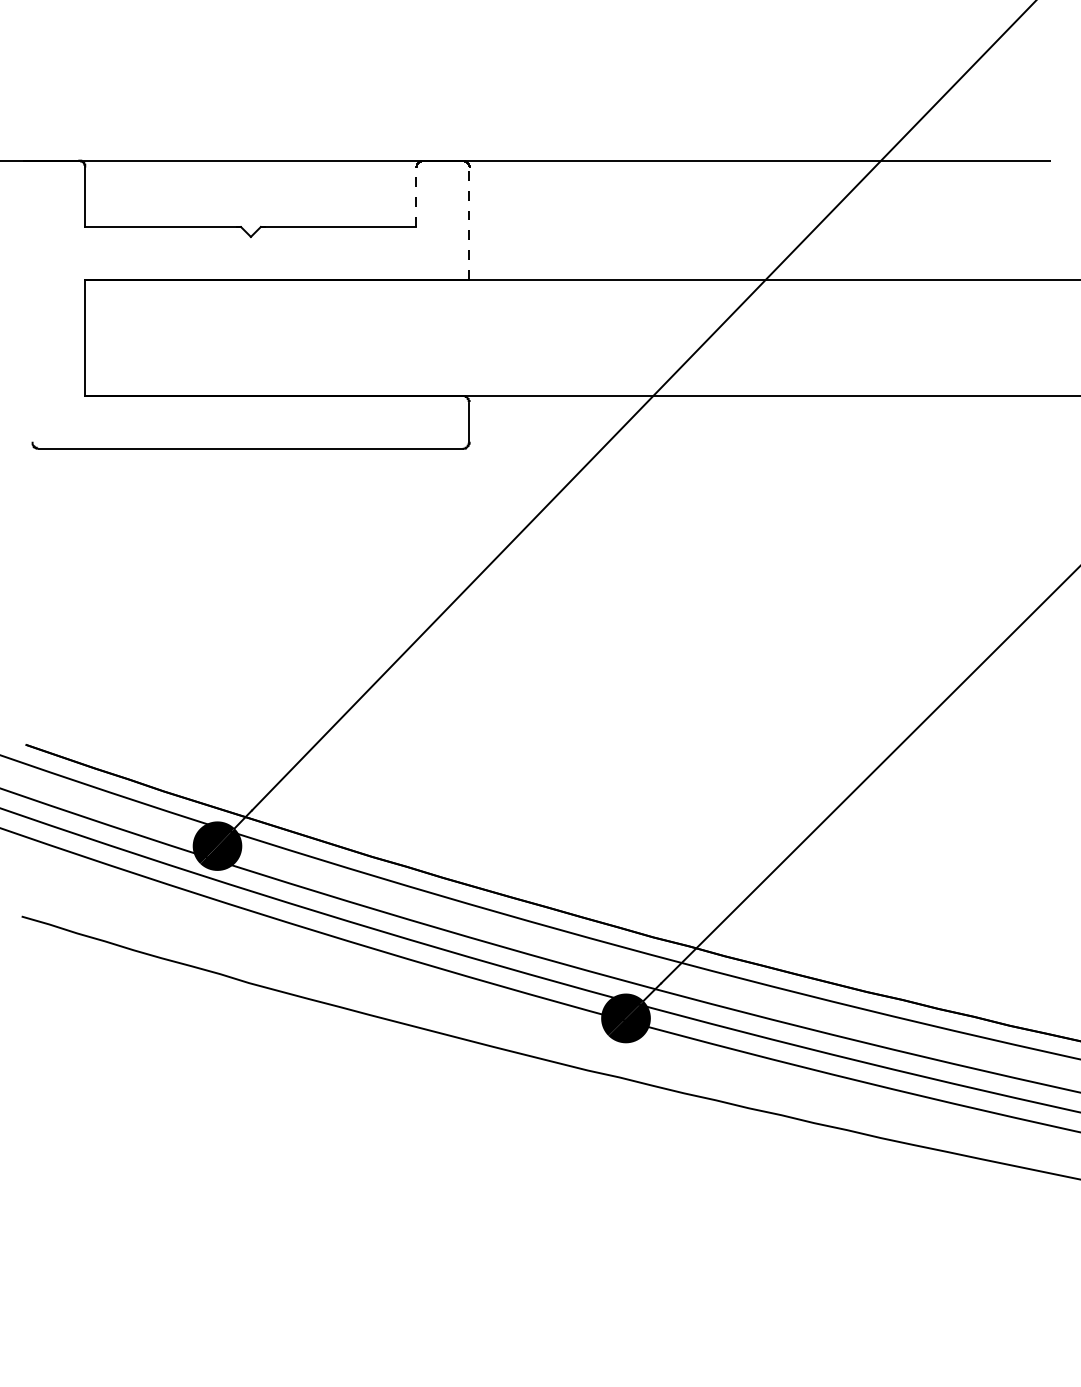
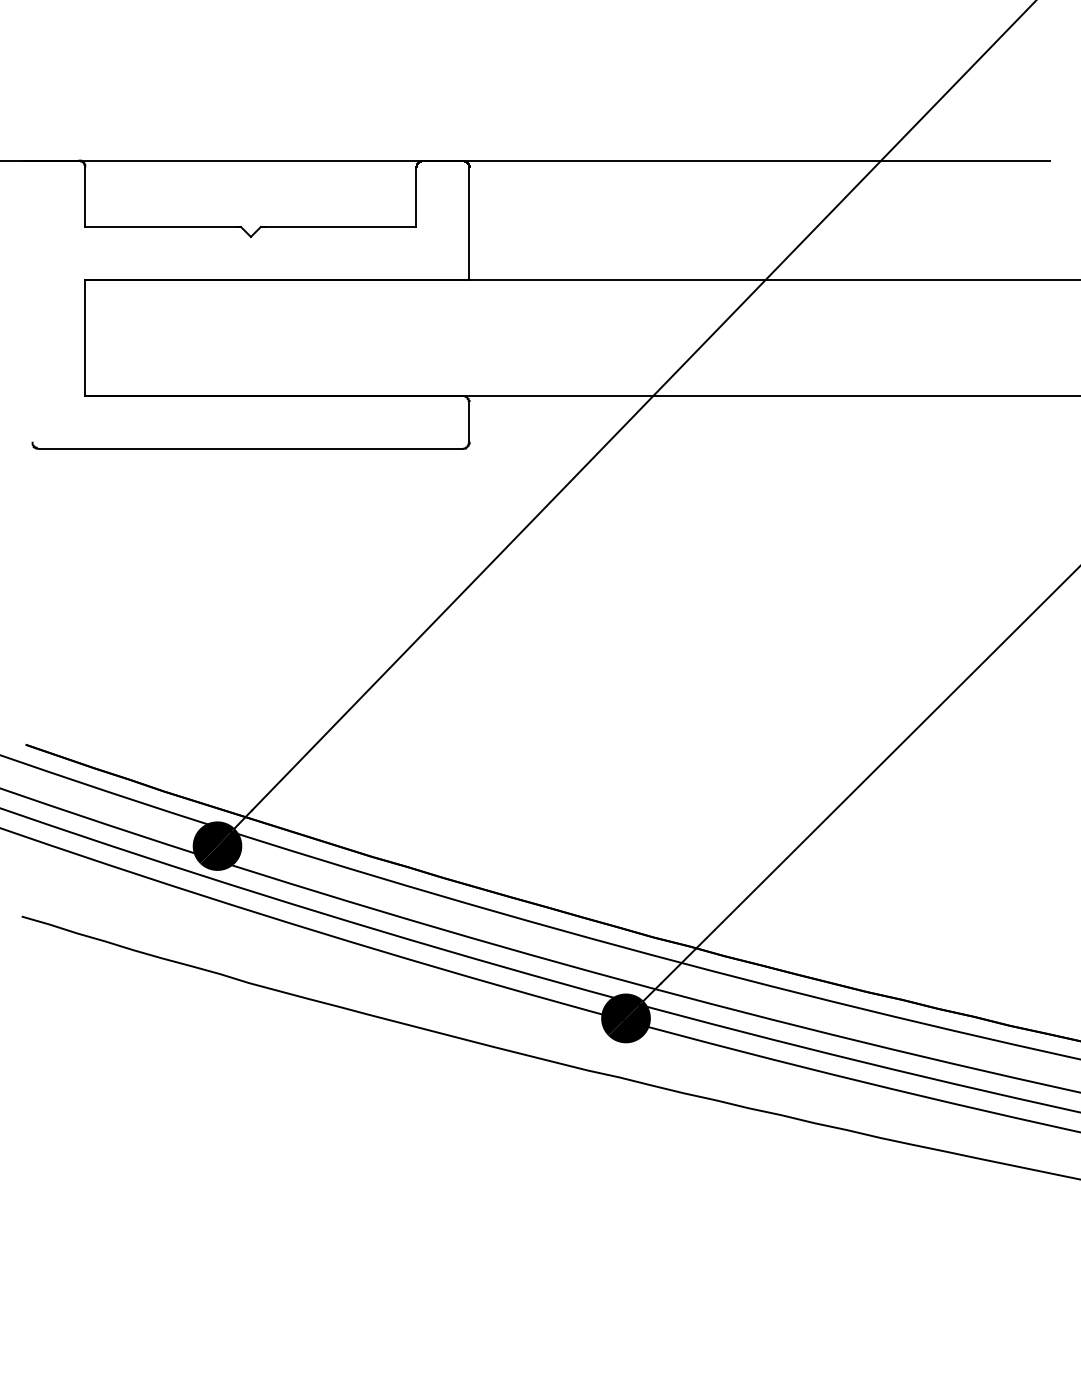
line at (416, 197): dashed -> solid
line at (469, 223): dashed -> solid
